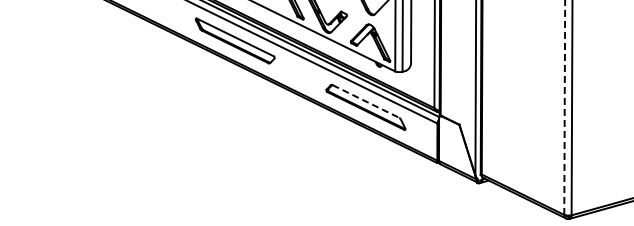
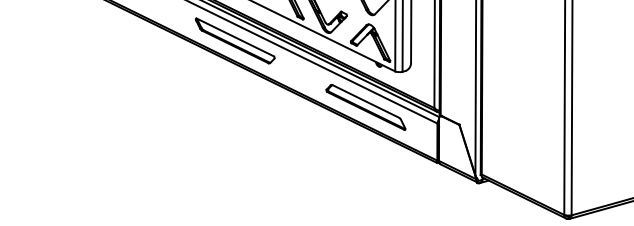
line at (366, 101): dashed -> solid
line at (564, 106): dashed -> solid
